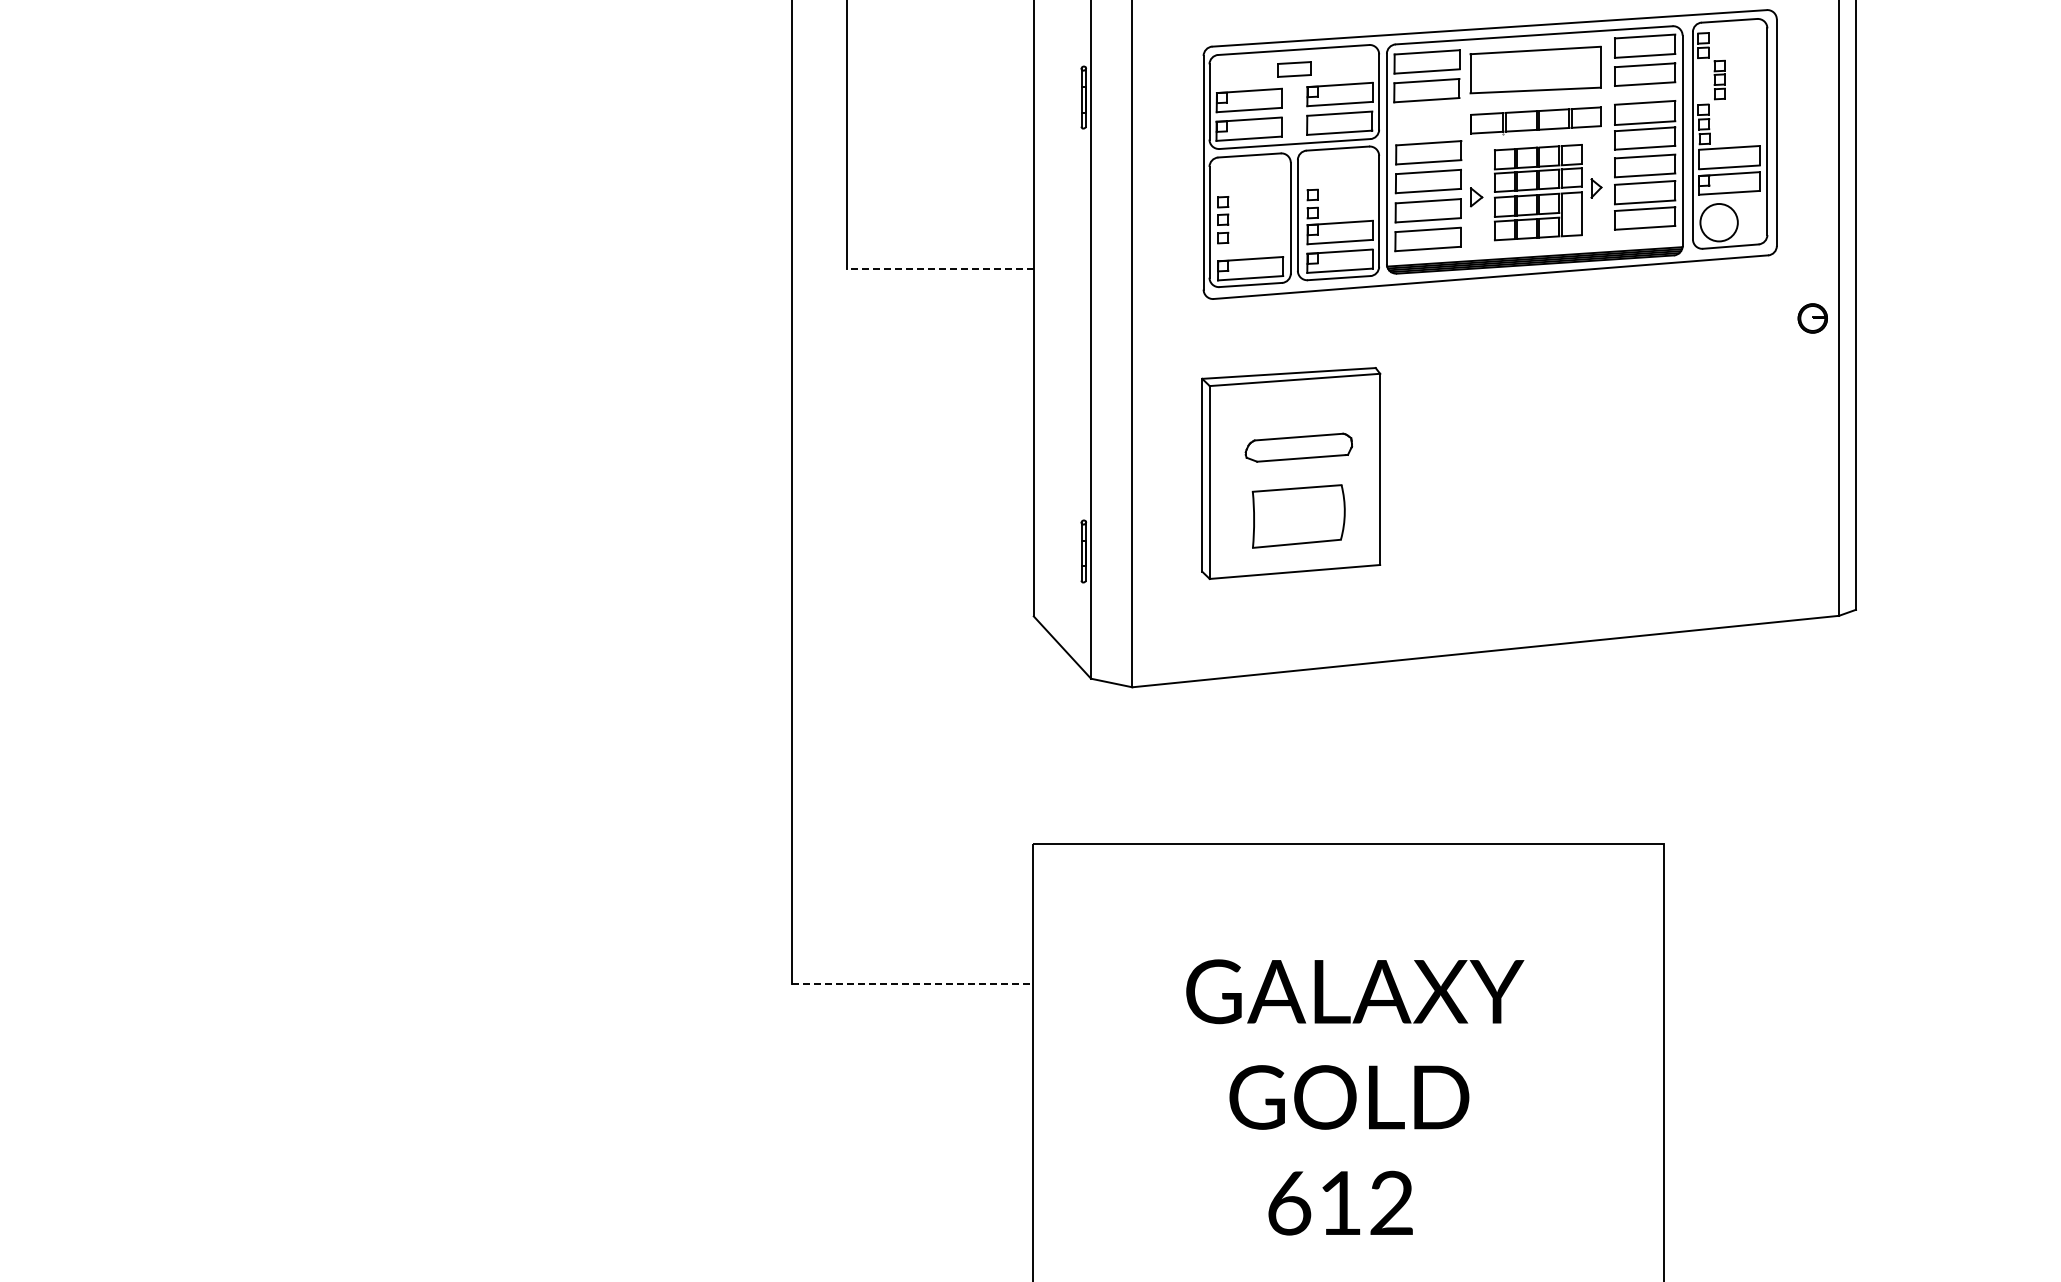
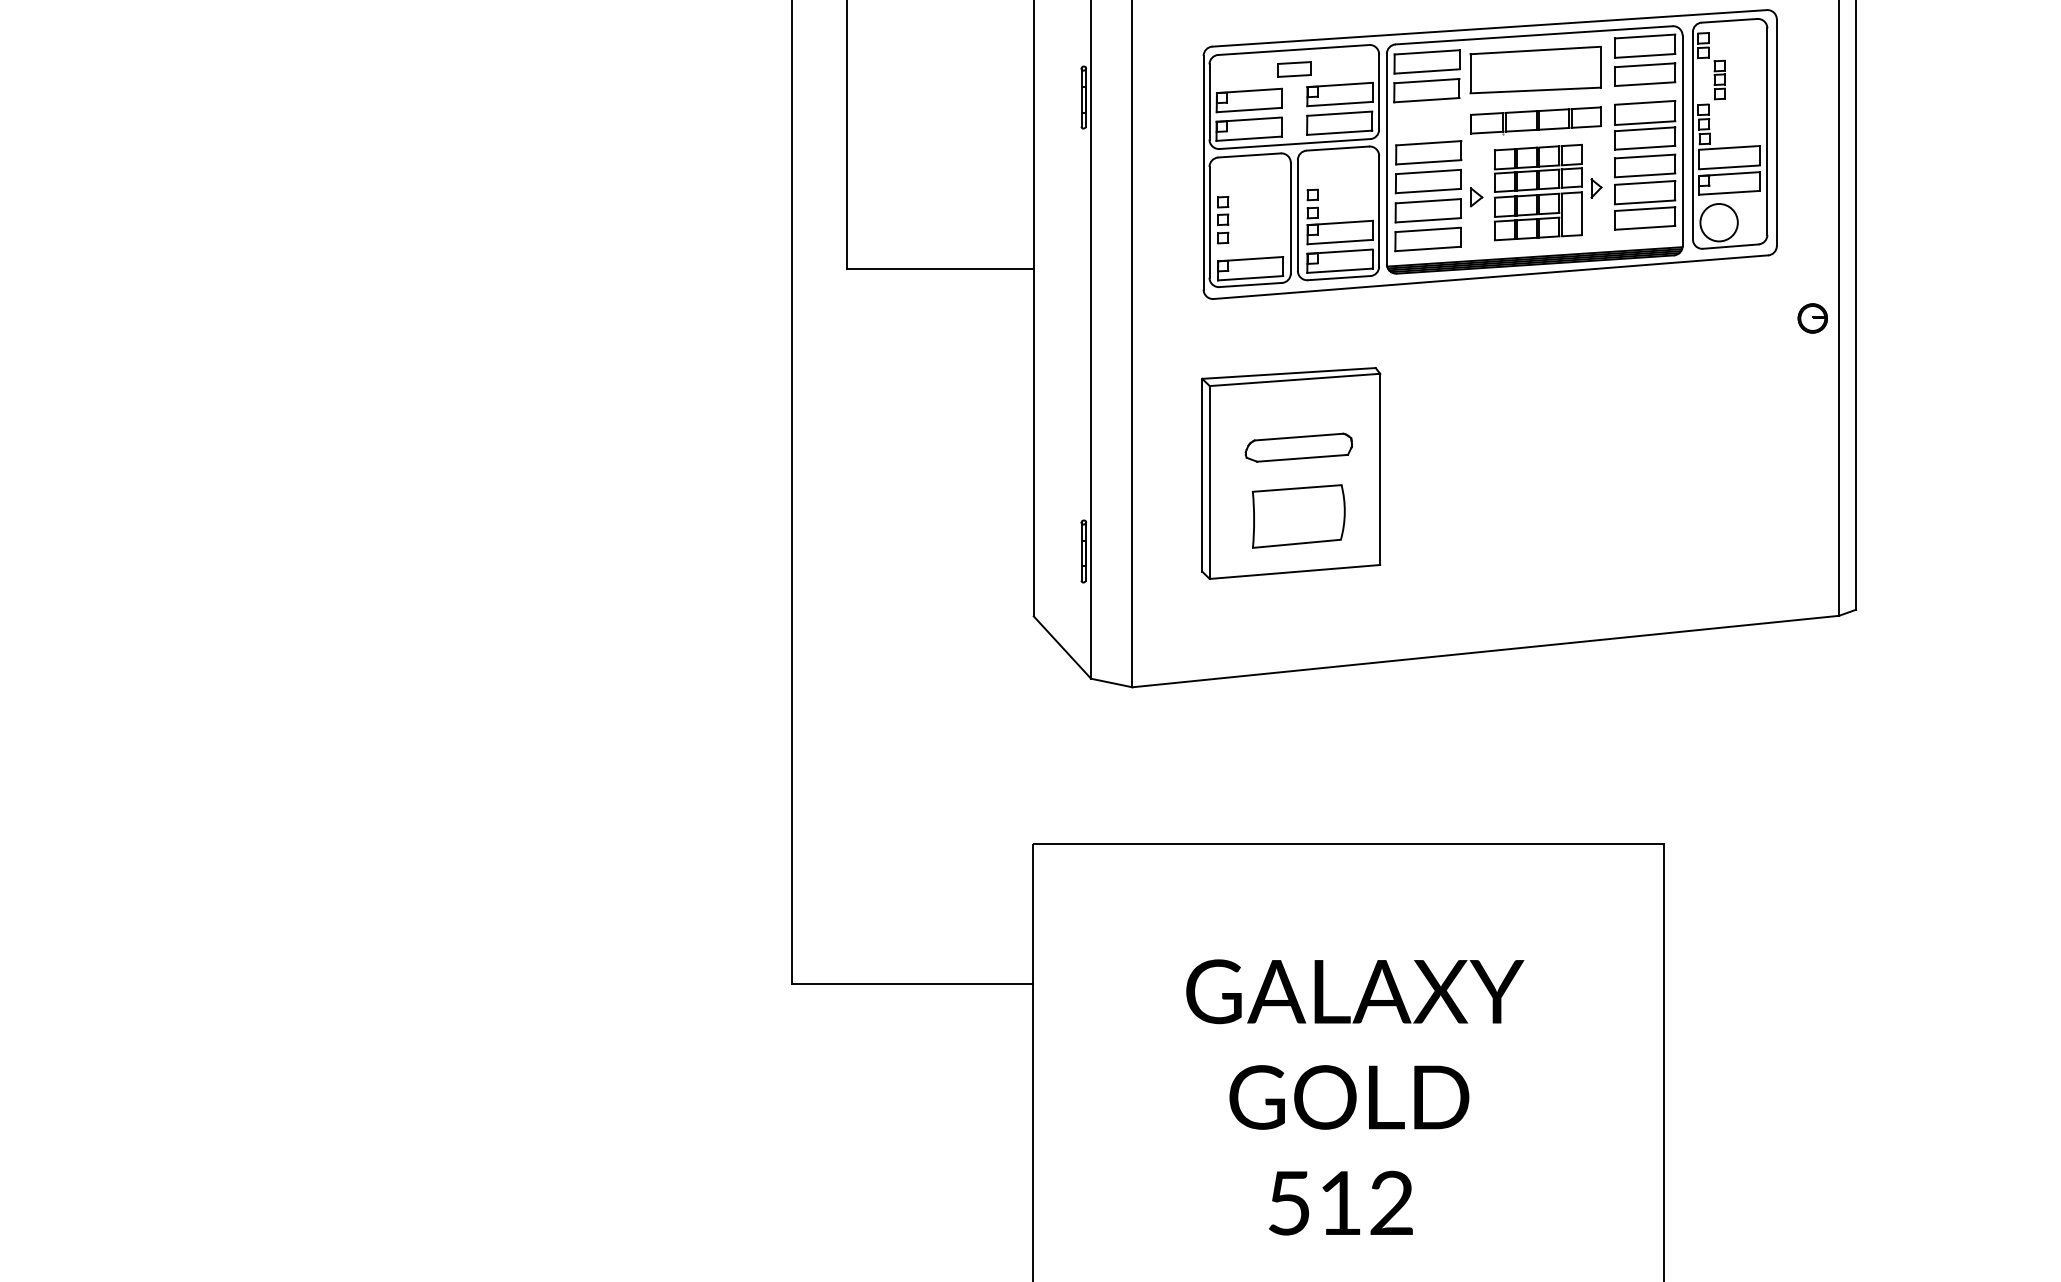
line at (940, 269): dashed -> solid
line at (912, 984): dashed -> solid
text at (1289, 1203): 612 -> 512
